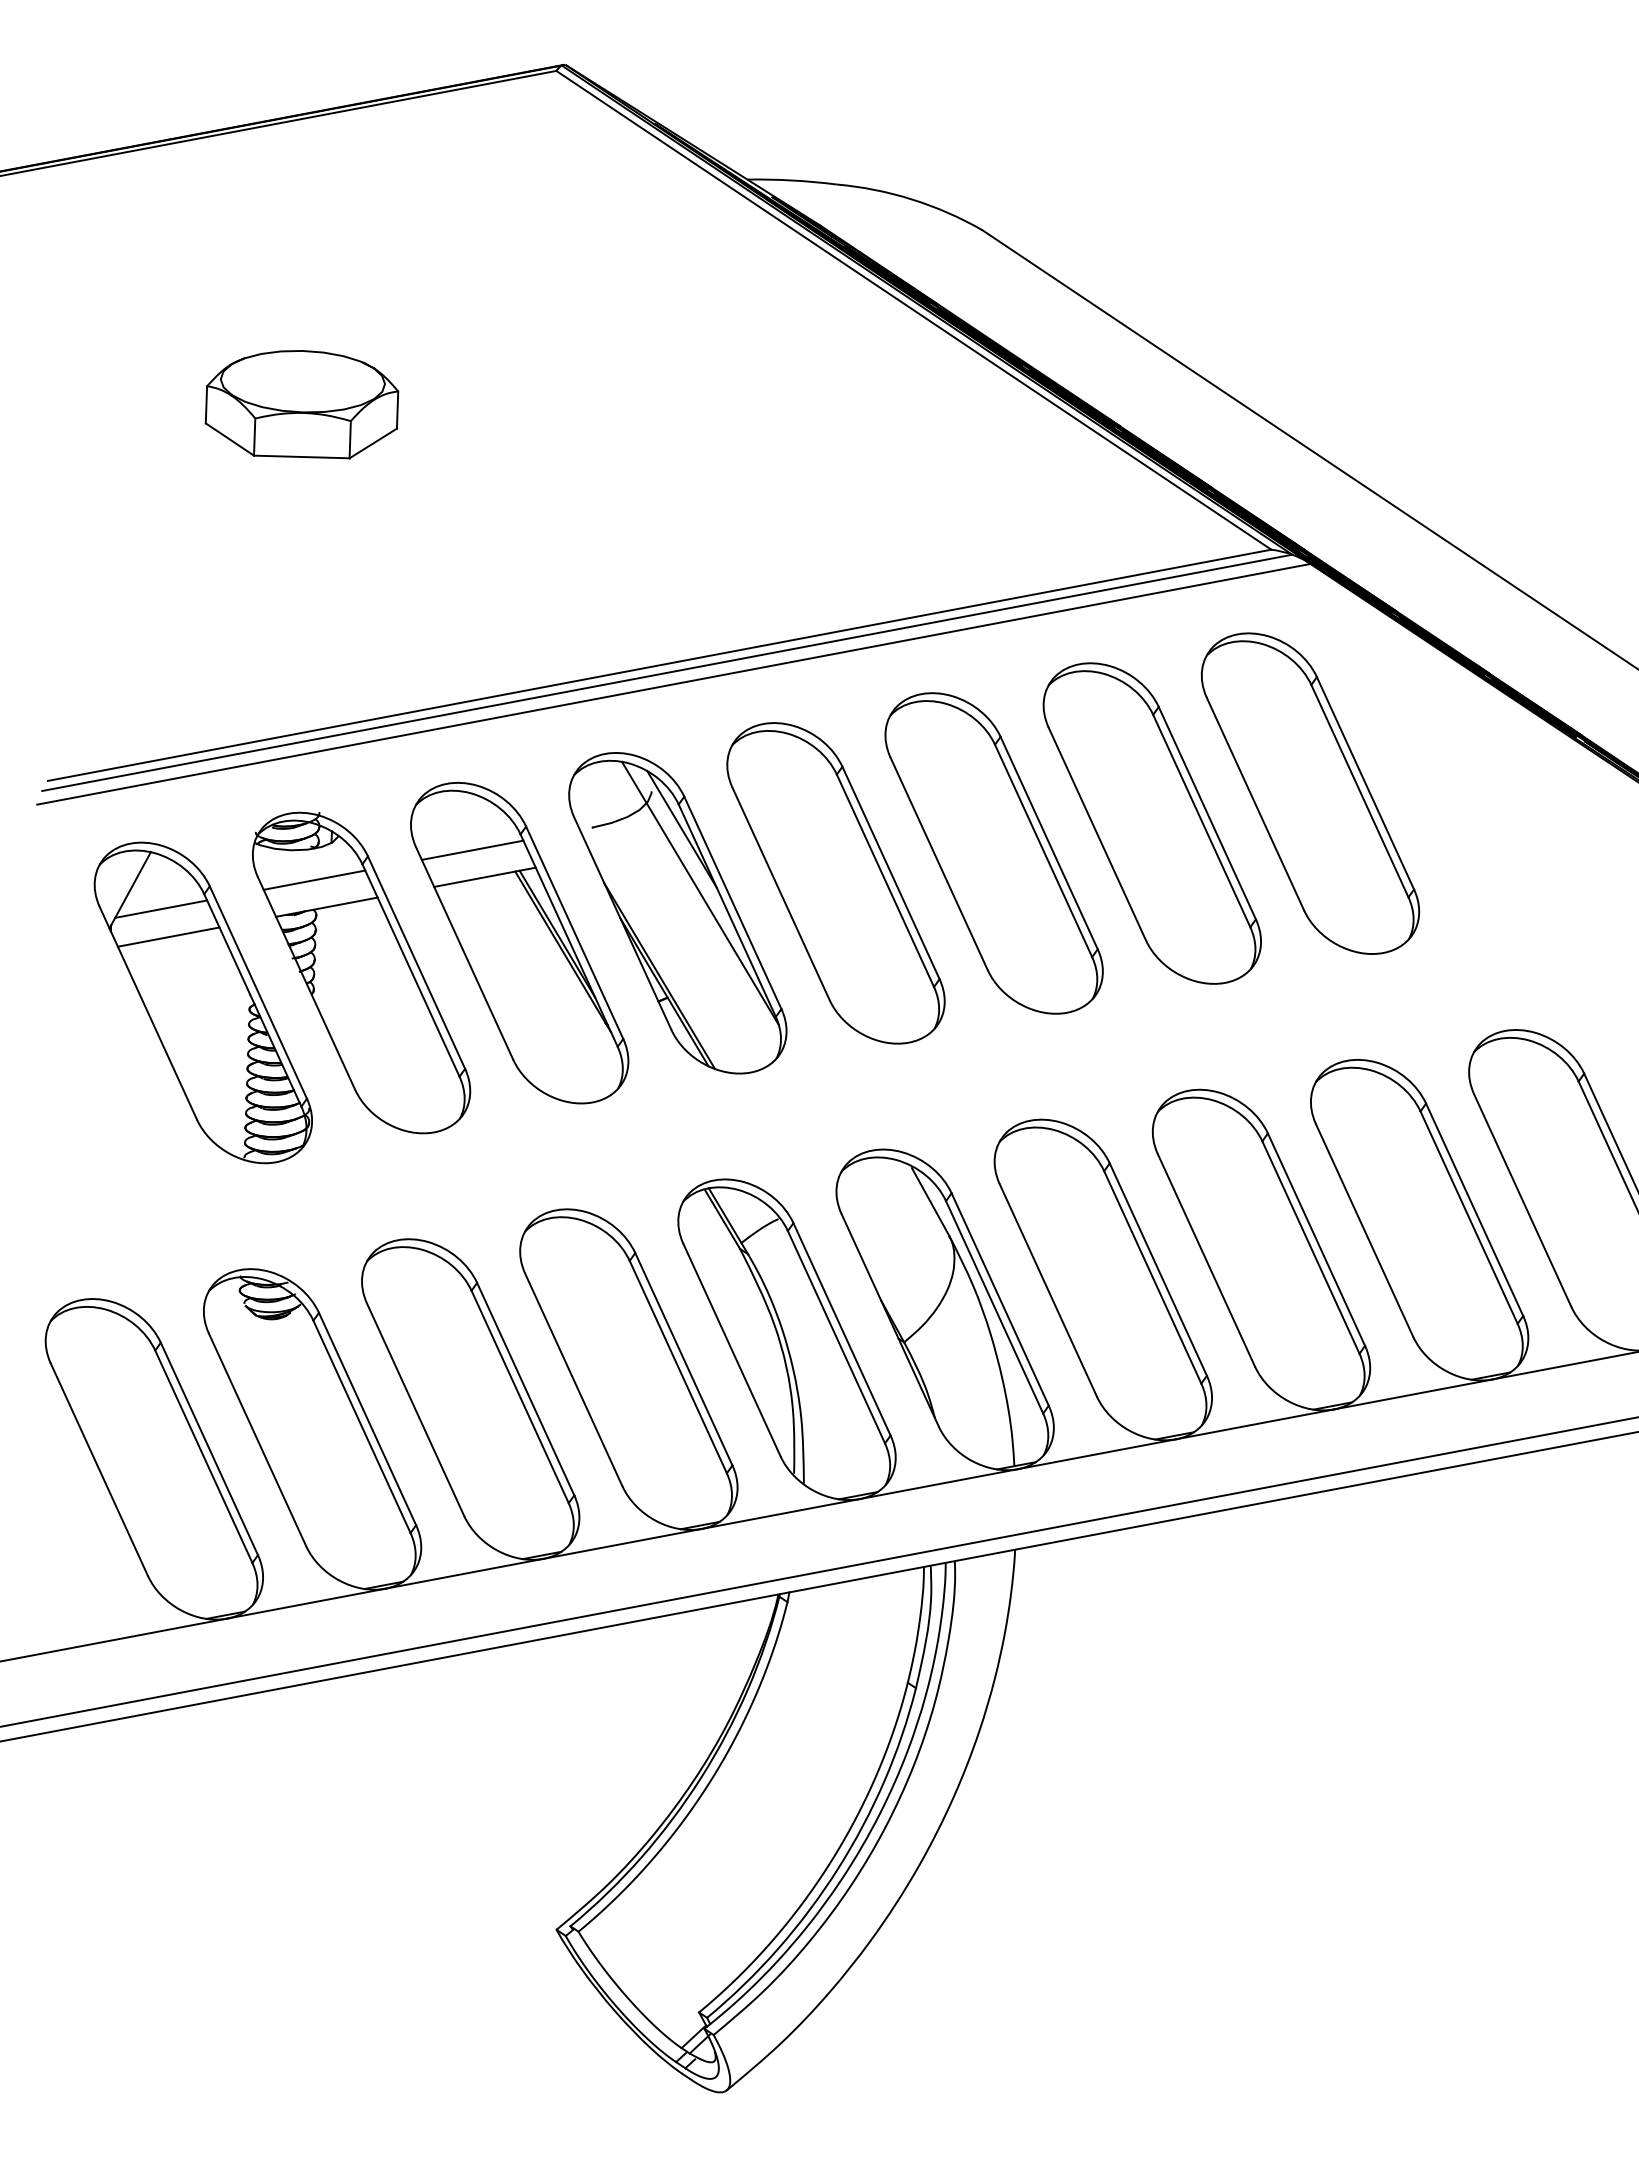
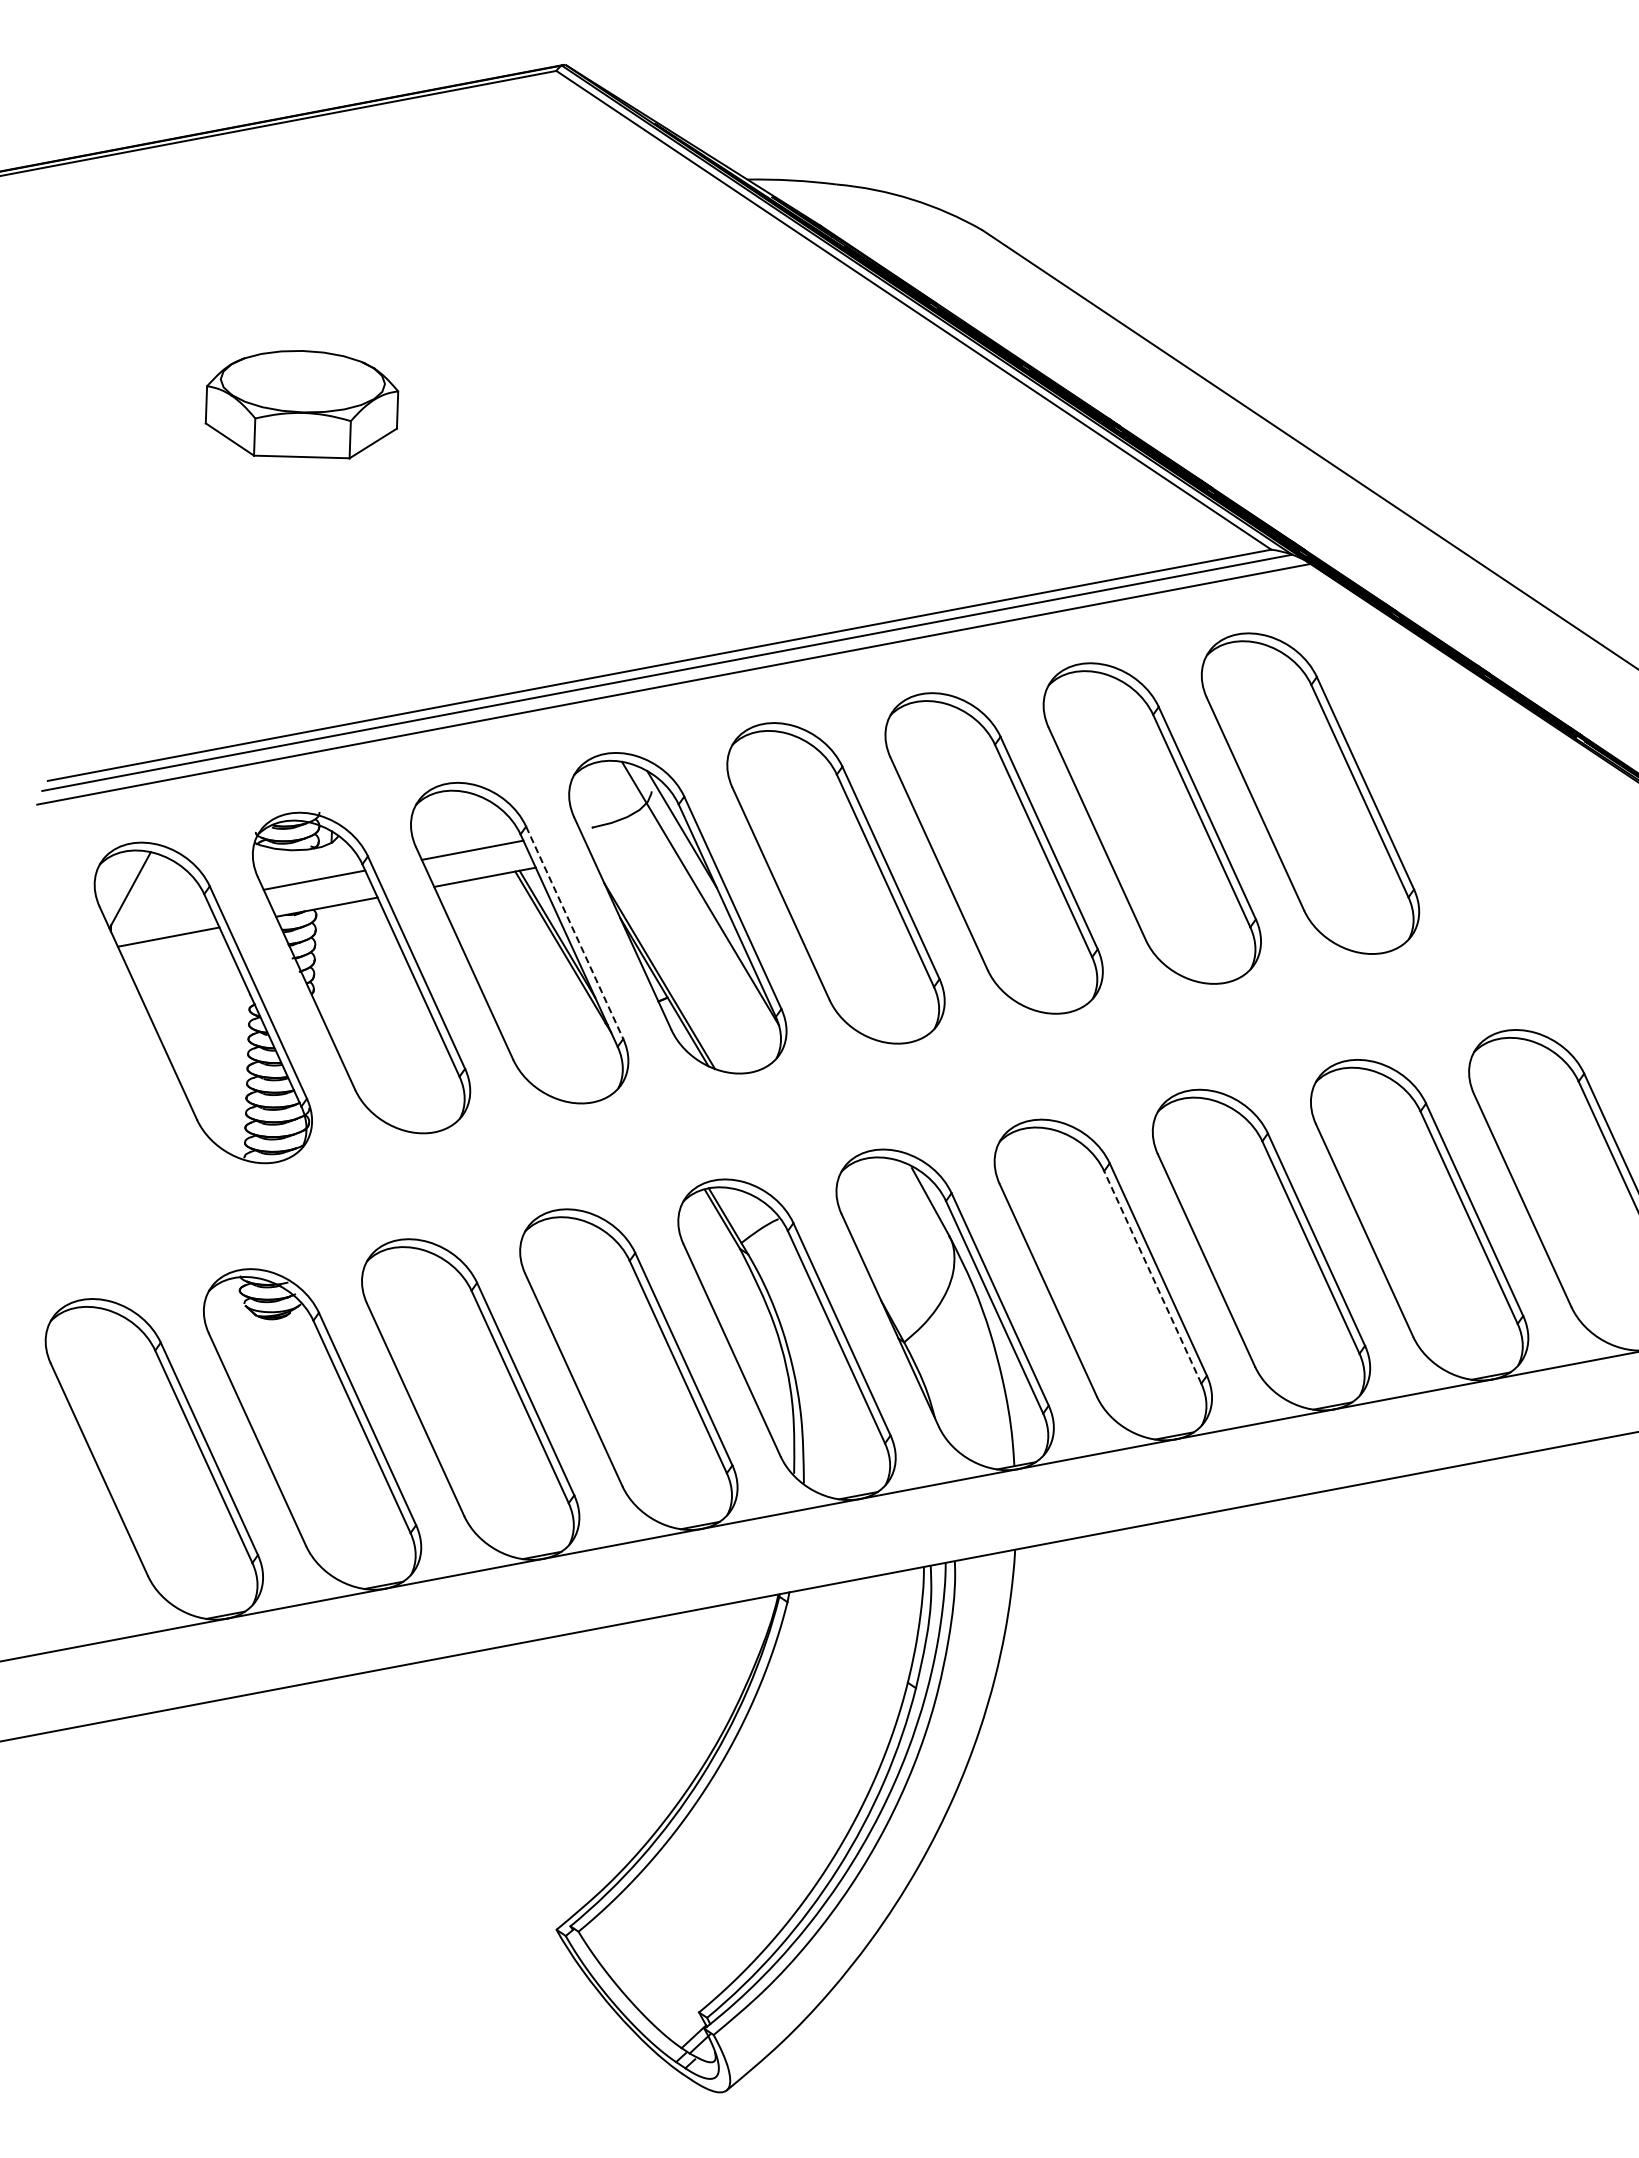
line at (161, 908): present -> none
line at (574, 932): solid -> dashed
line at (1152, 1277): solid -> dashed
line at (818, 1571): present -> none
